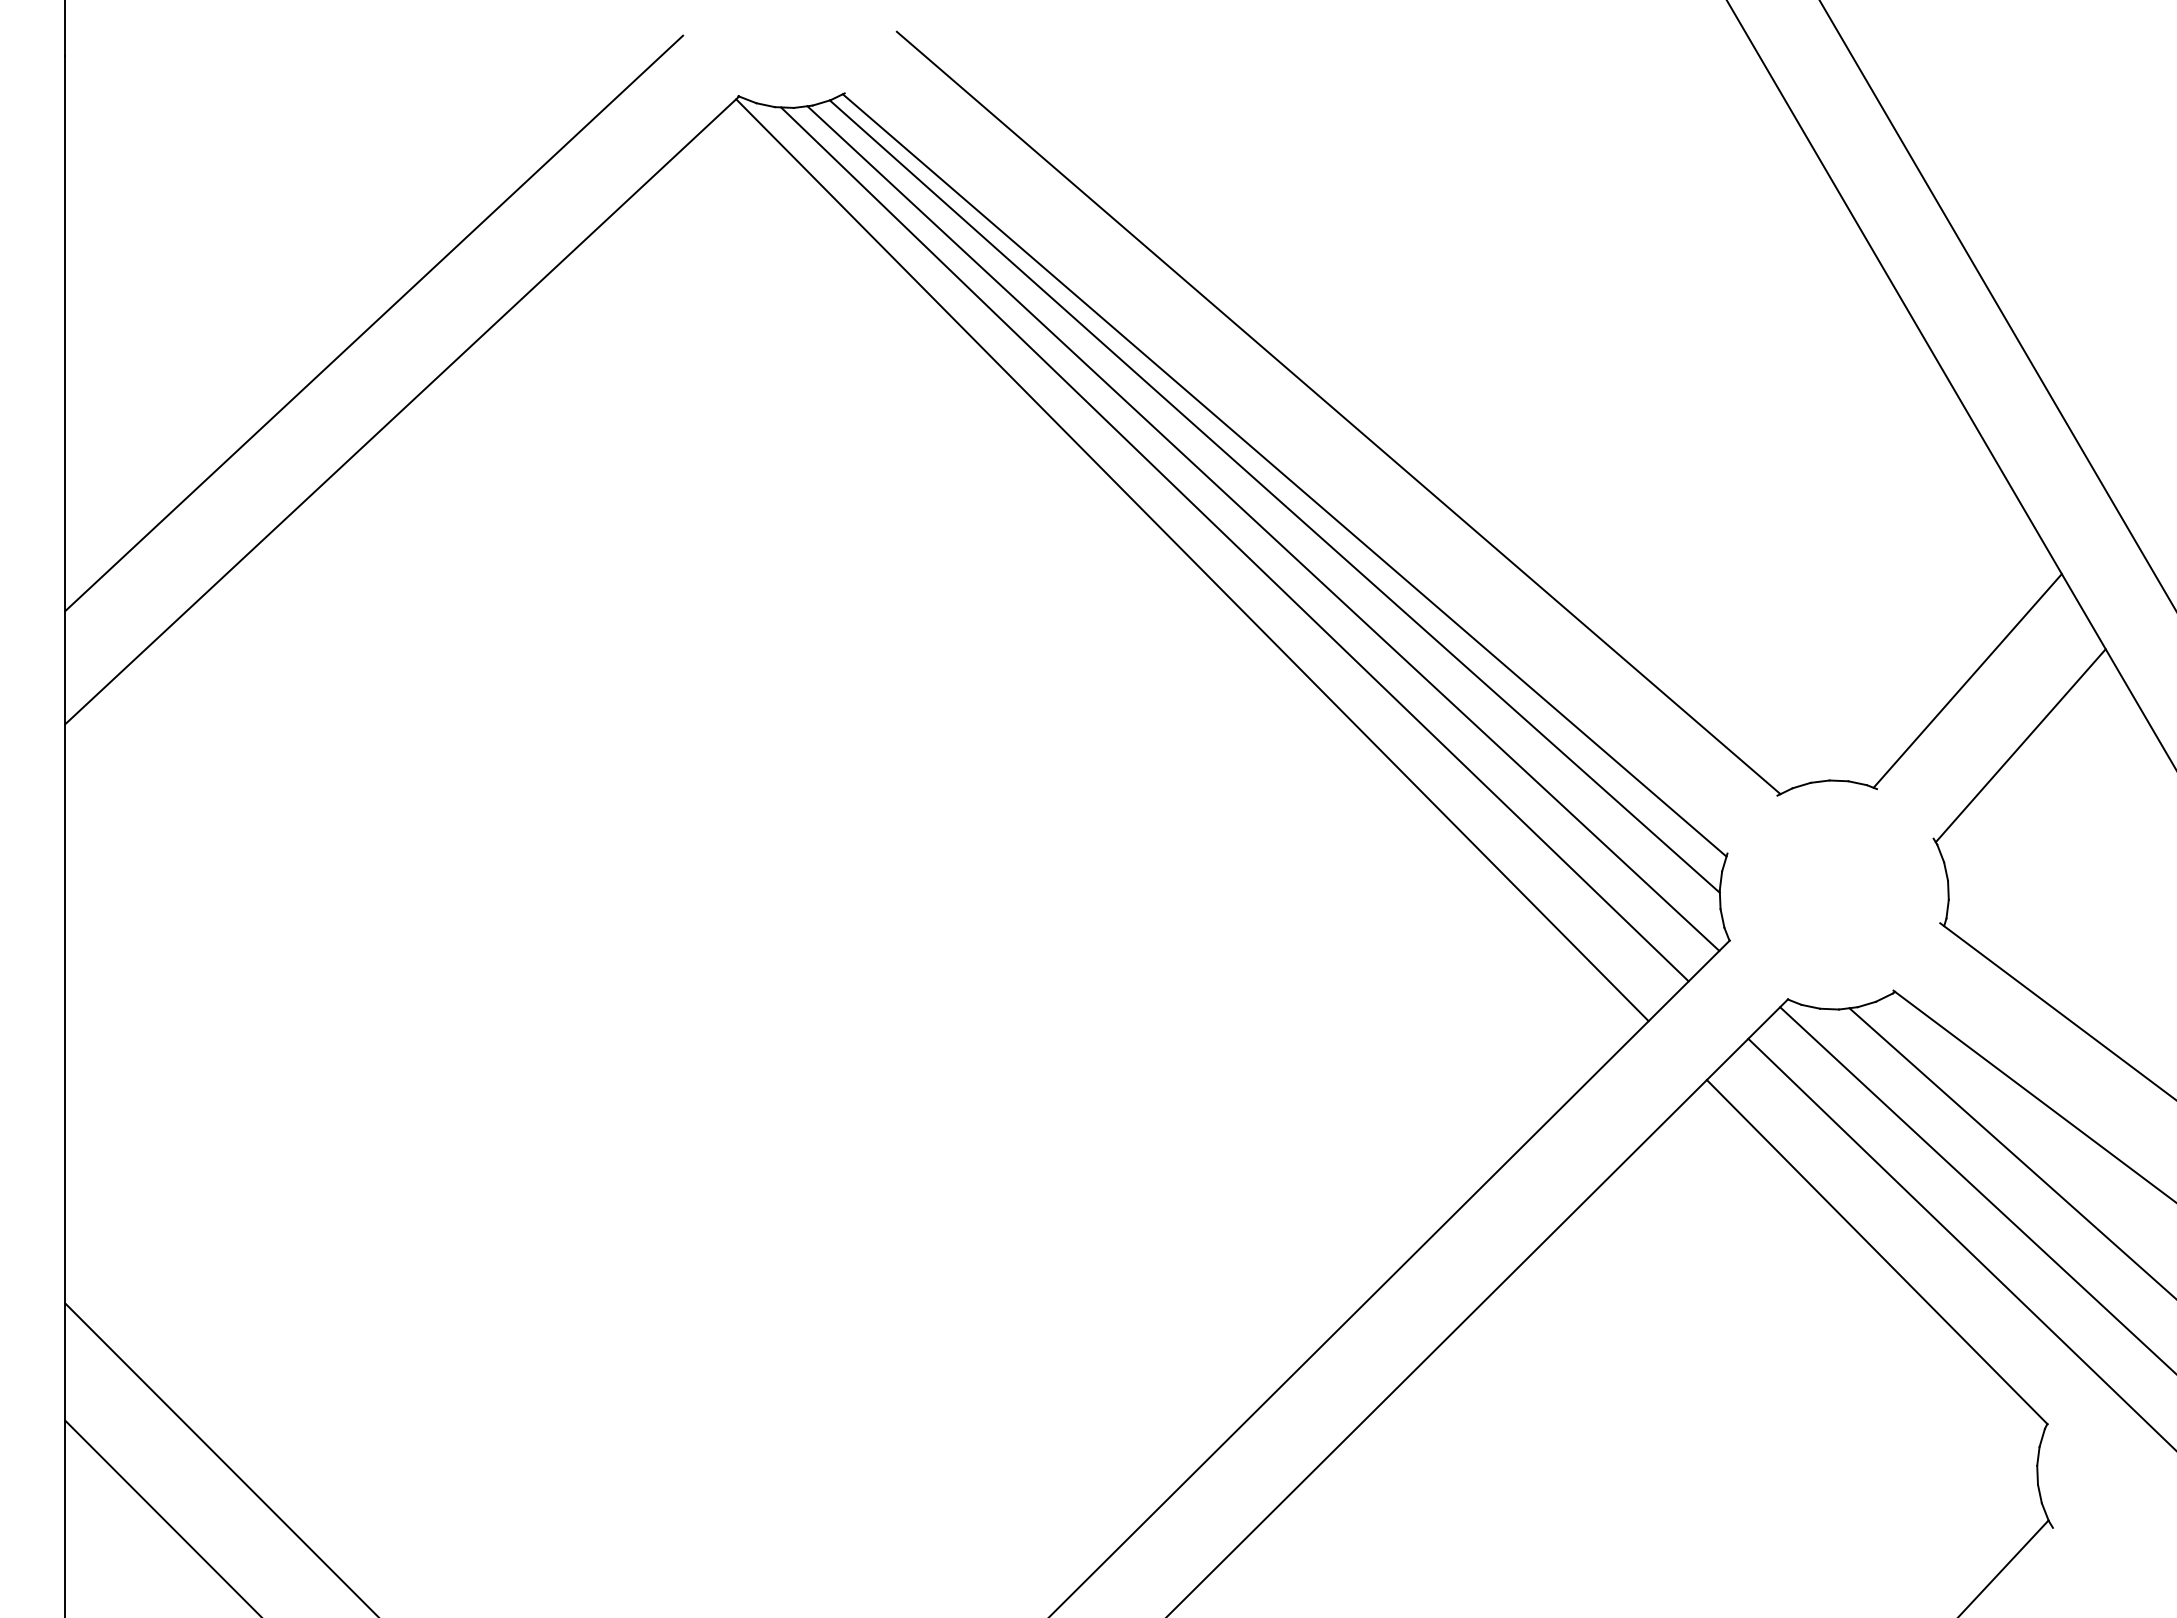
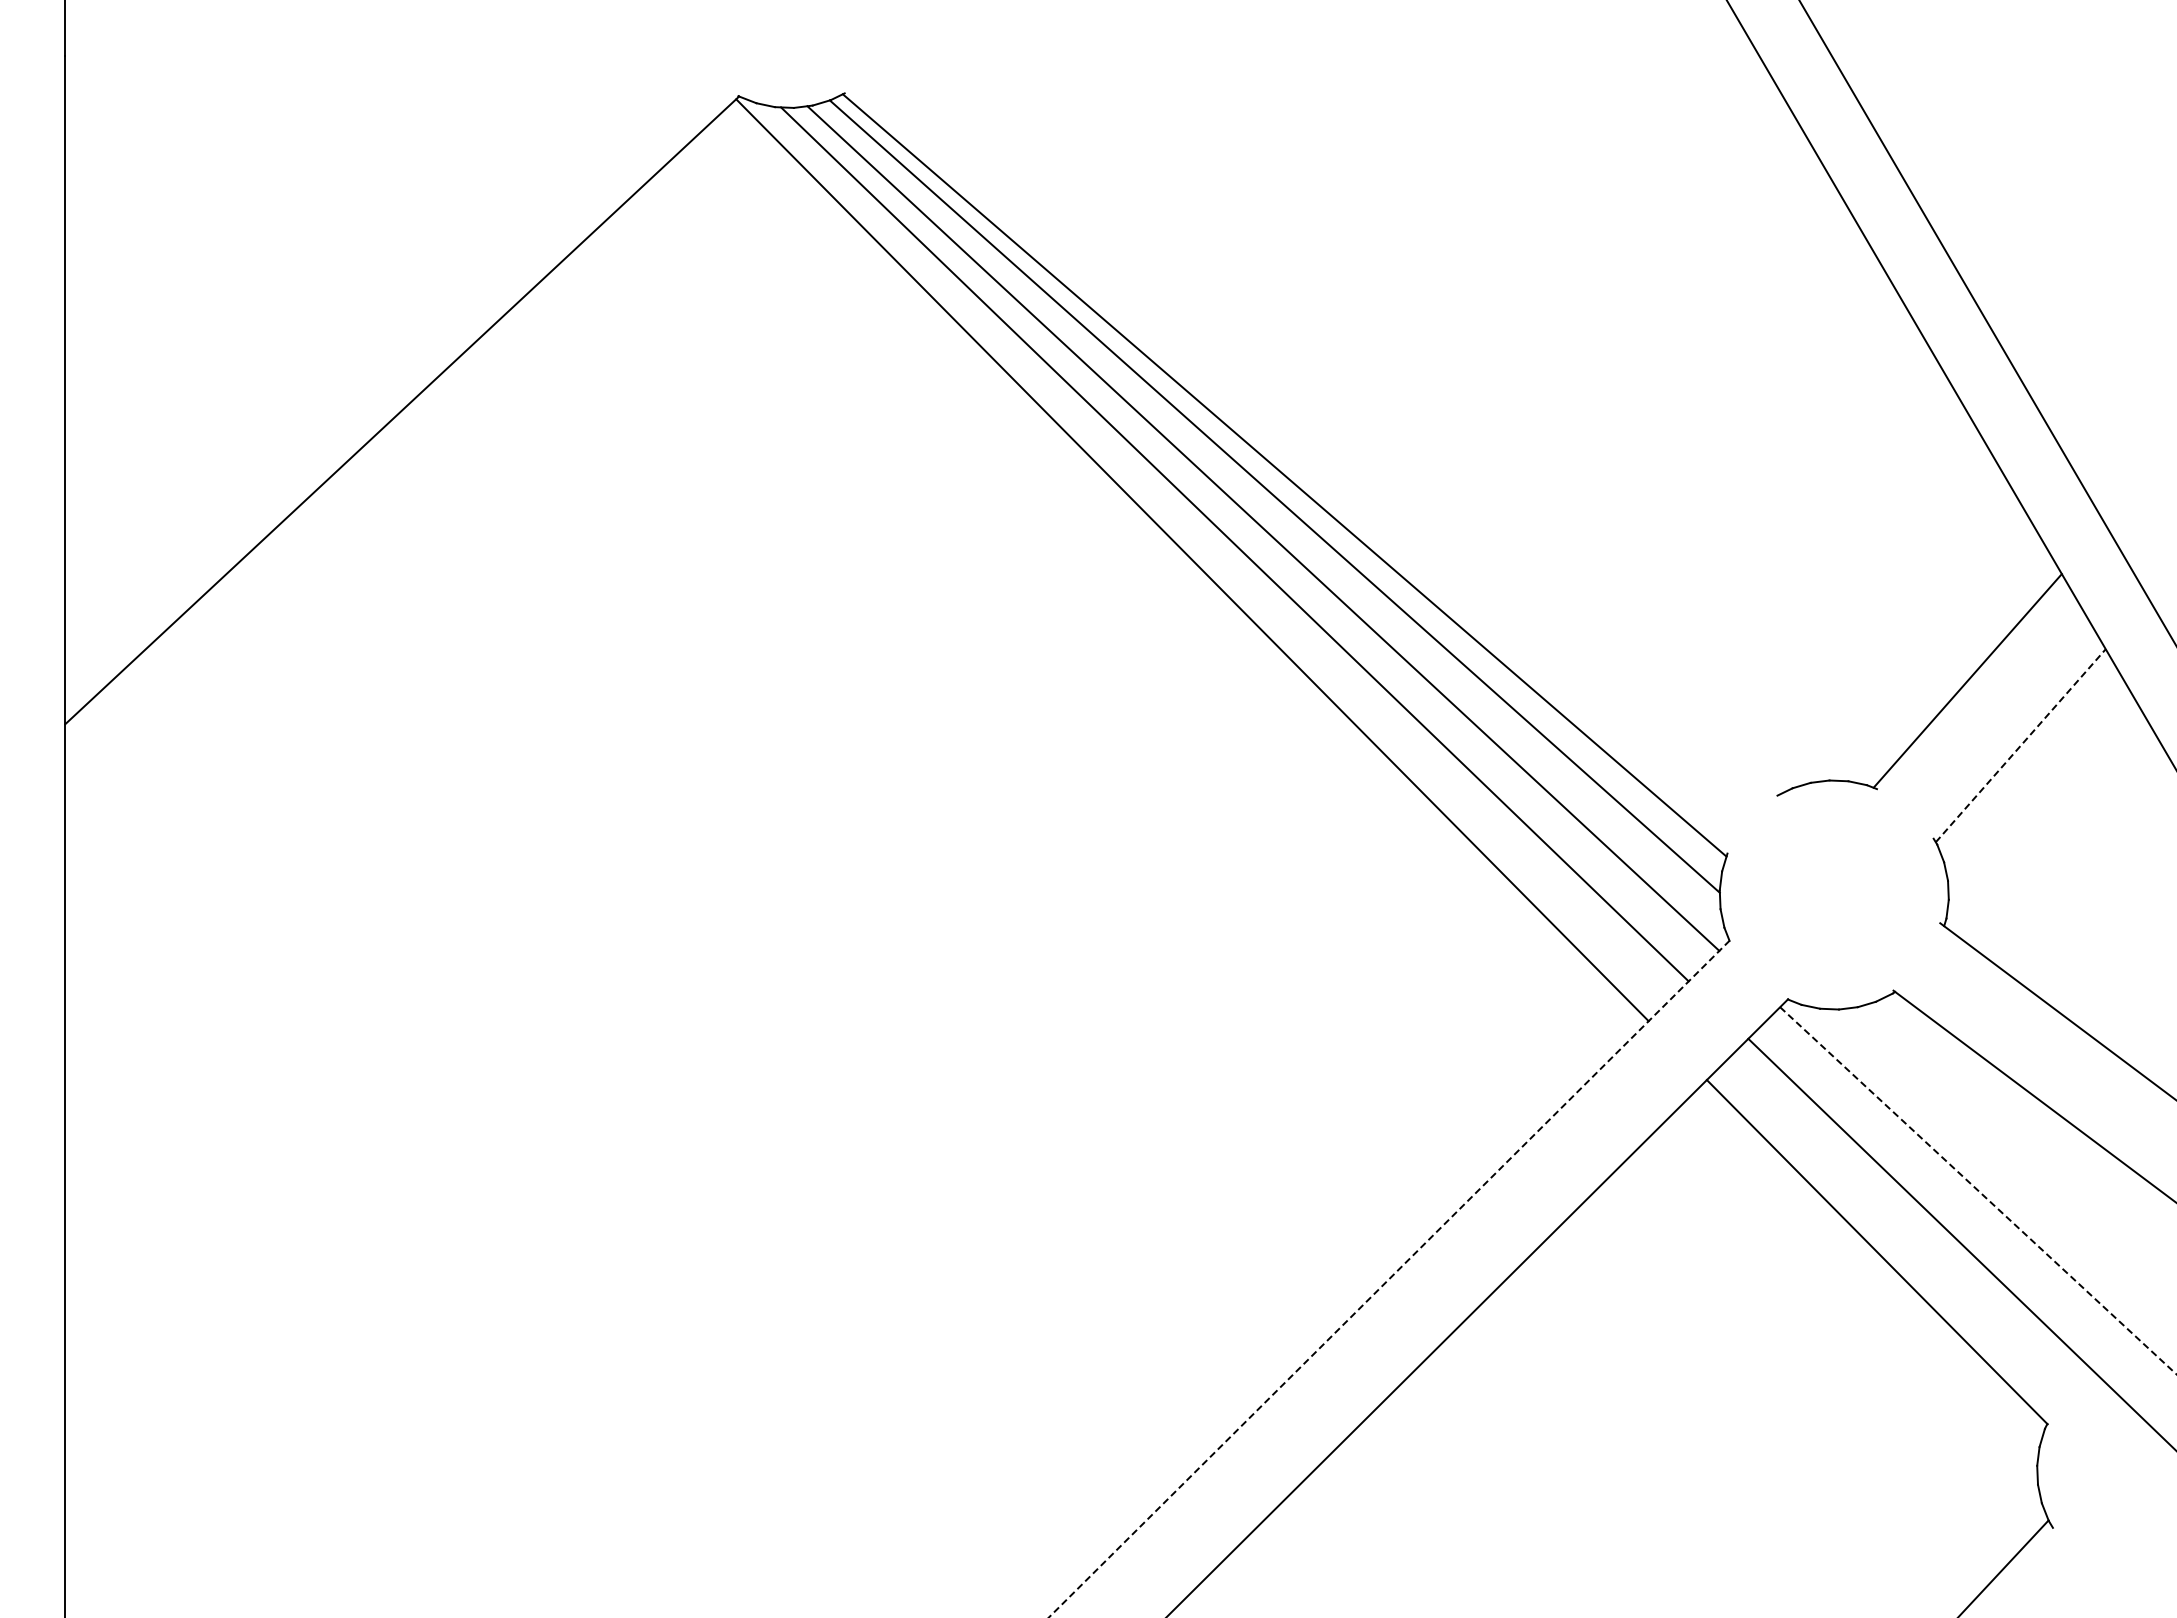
line at (1996, 304) position: (1996, 304) -> (1986, 321)
line at (374, 323): present -> none
line at (1338, 412): present -> none
line at (2020, 745): solid -> dashed
line at (2011, 1152): present -> none
line at (1978, 1190): solid -> dashed
line at (1388, 1279): solid -> dashed
line at (220, 1458): present -> none
line at (161, 1517): present -> none
